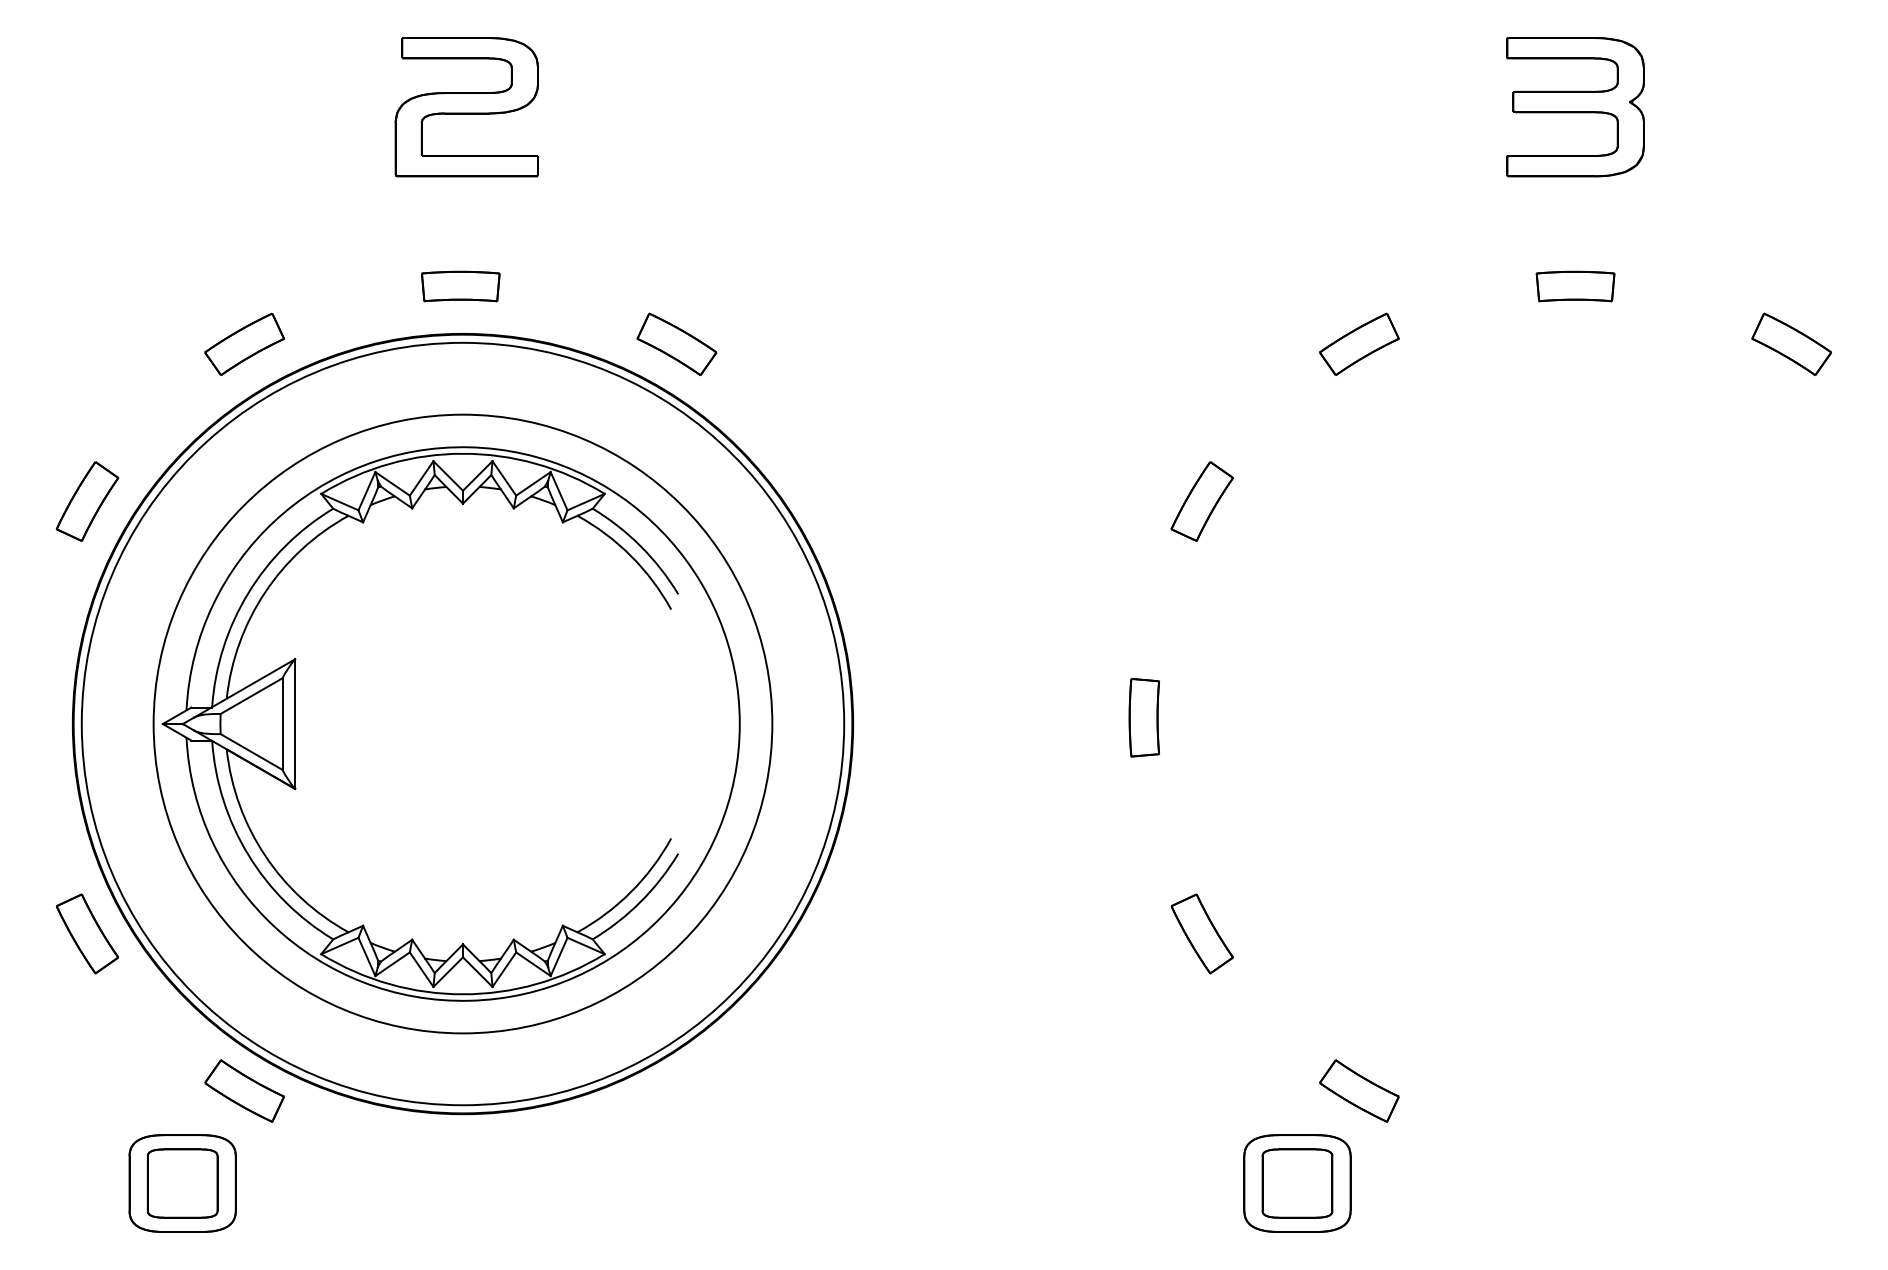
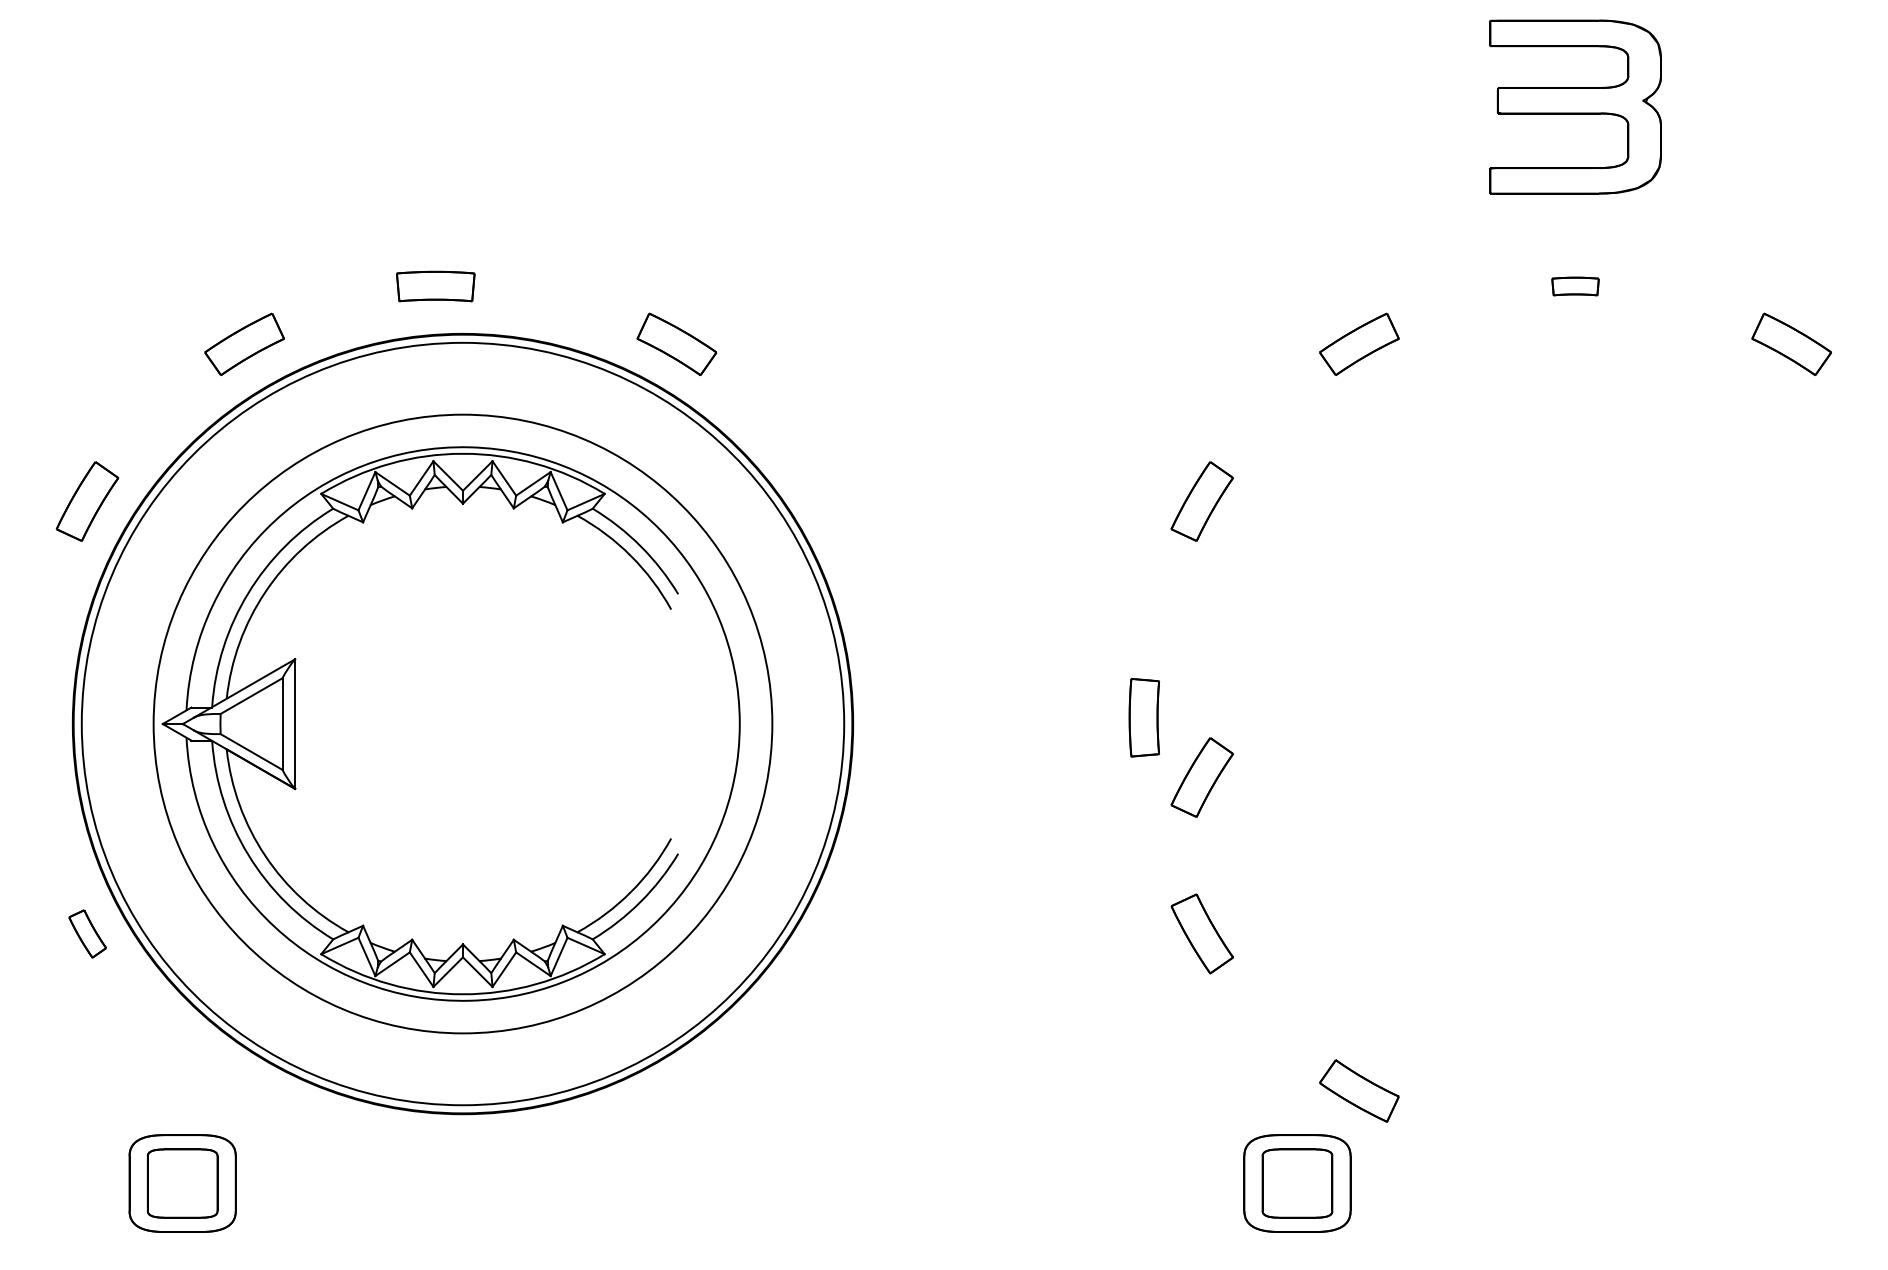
part at (466, 107): present -> none
part at (1575, 107) size: 139x141 px -> 173x176 px
part at (460, 286) position: (460, 286) -> (435, 286)
part at (1575, 286) size: 81x33 px -> 49x21 px
part at (1201, 777): none -> present
part at (87, 933) size: 64x82 px -> 39x50 px
part at (244, 1090): present -> none
